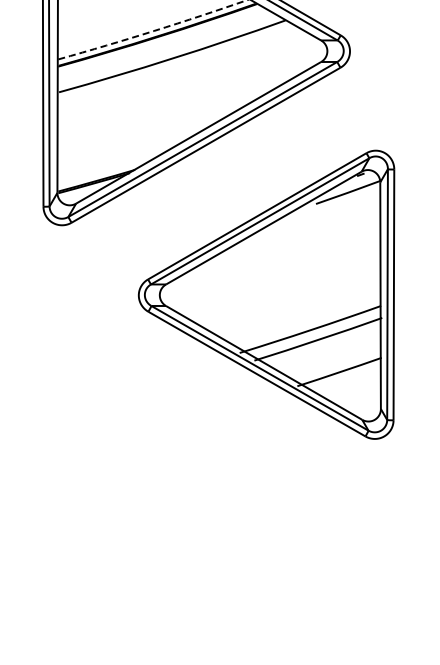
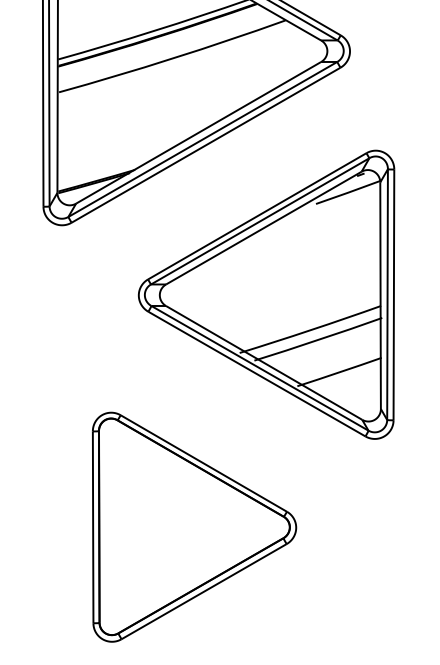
arc at (154, 31): dashed -> solid
part at (194, 526): none -> present
